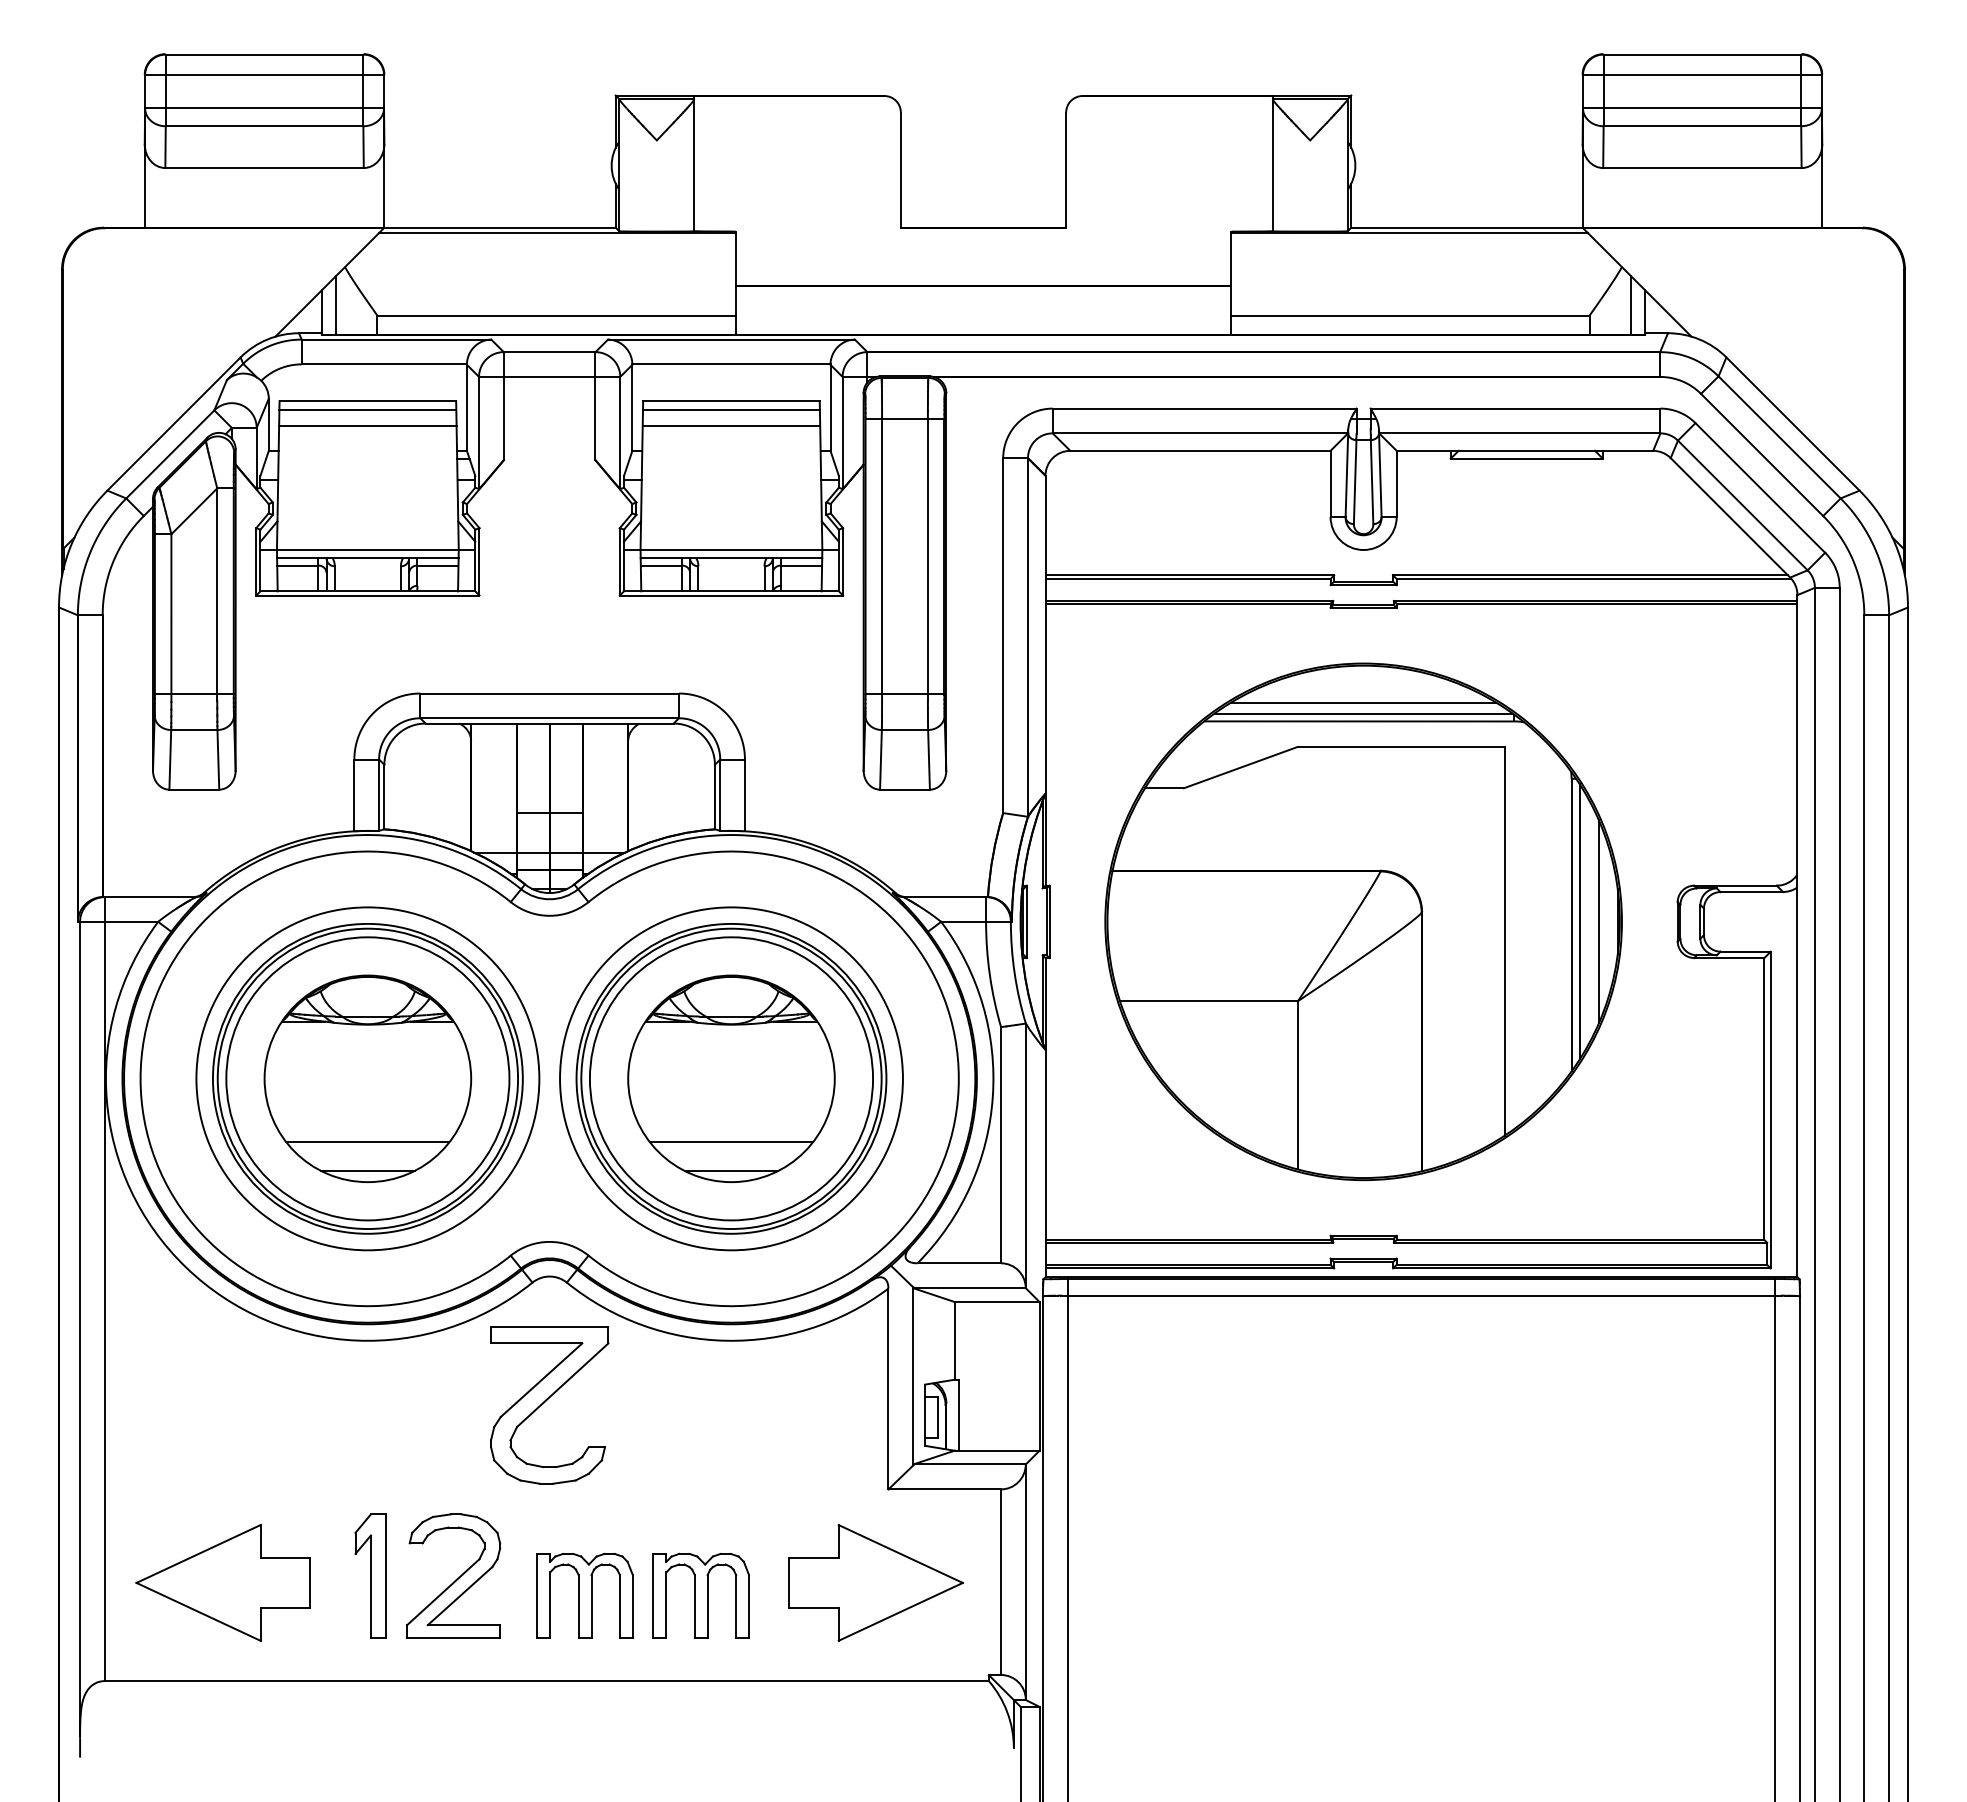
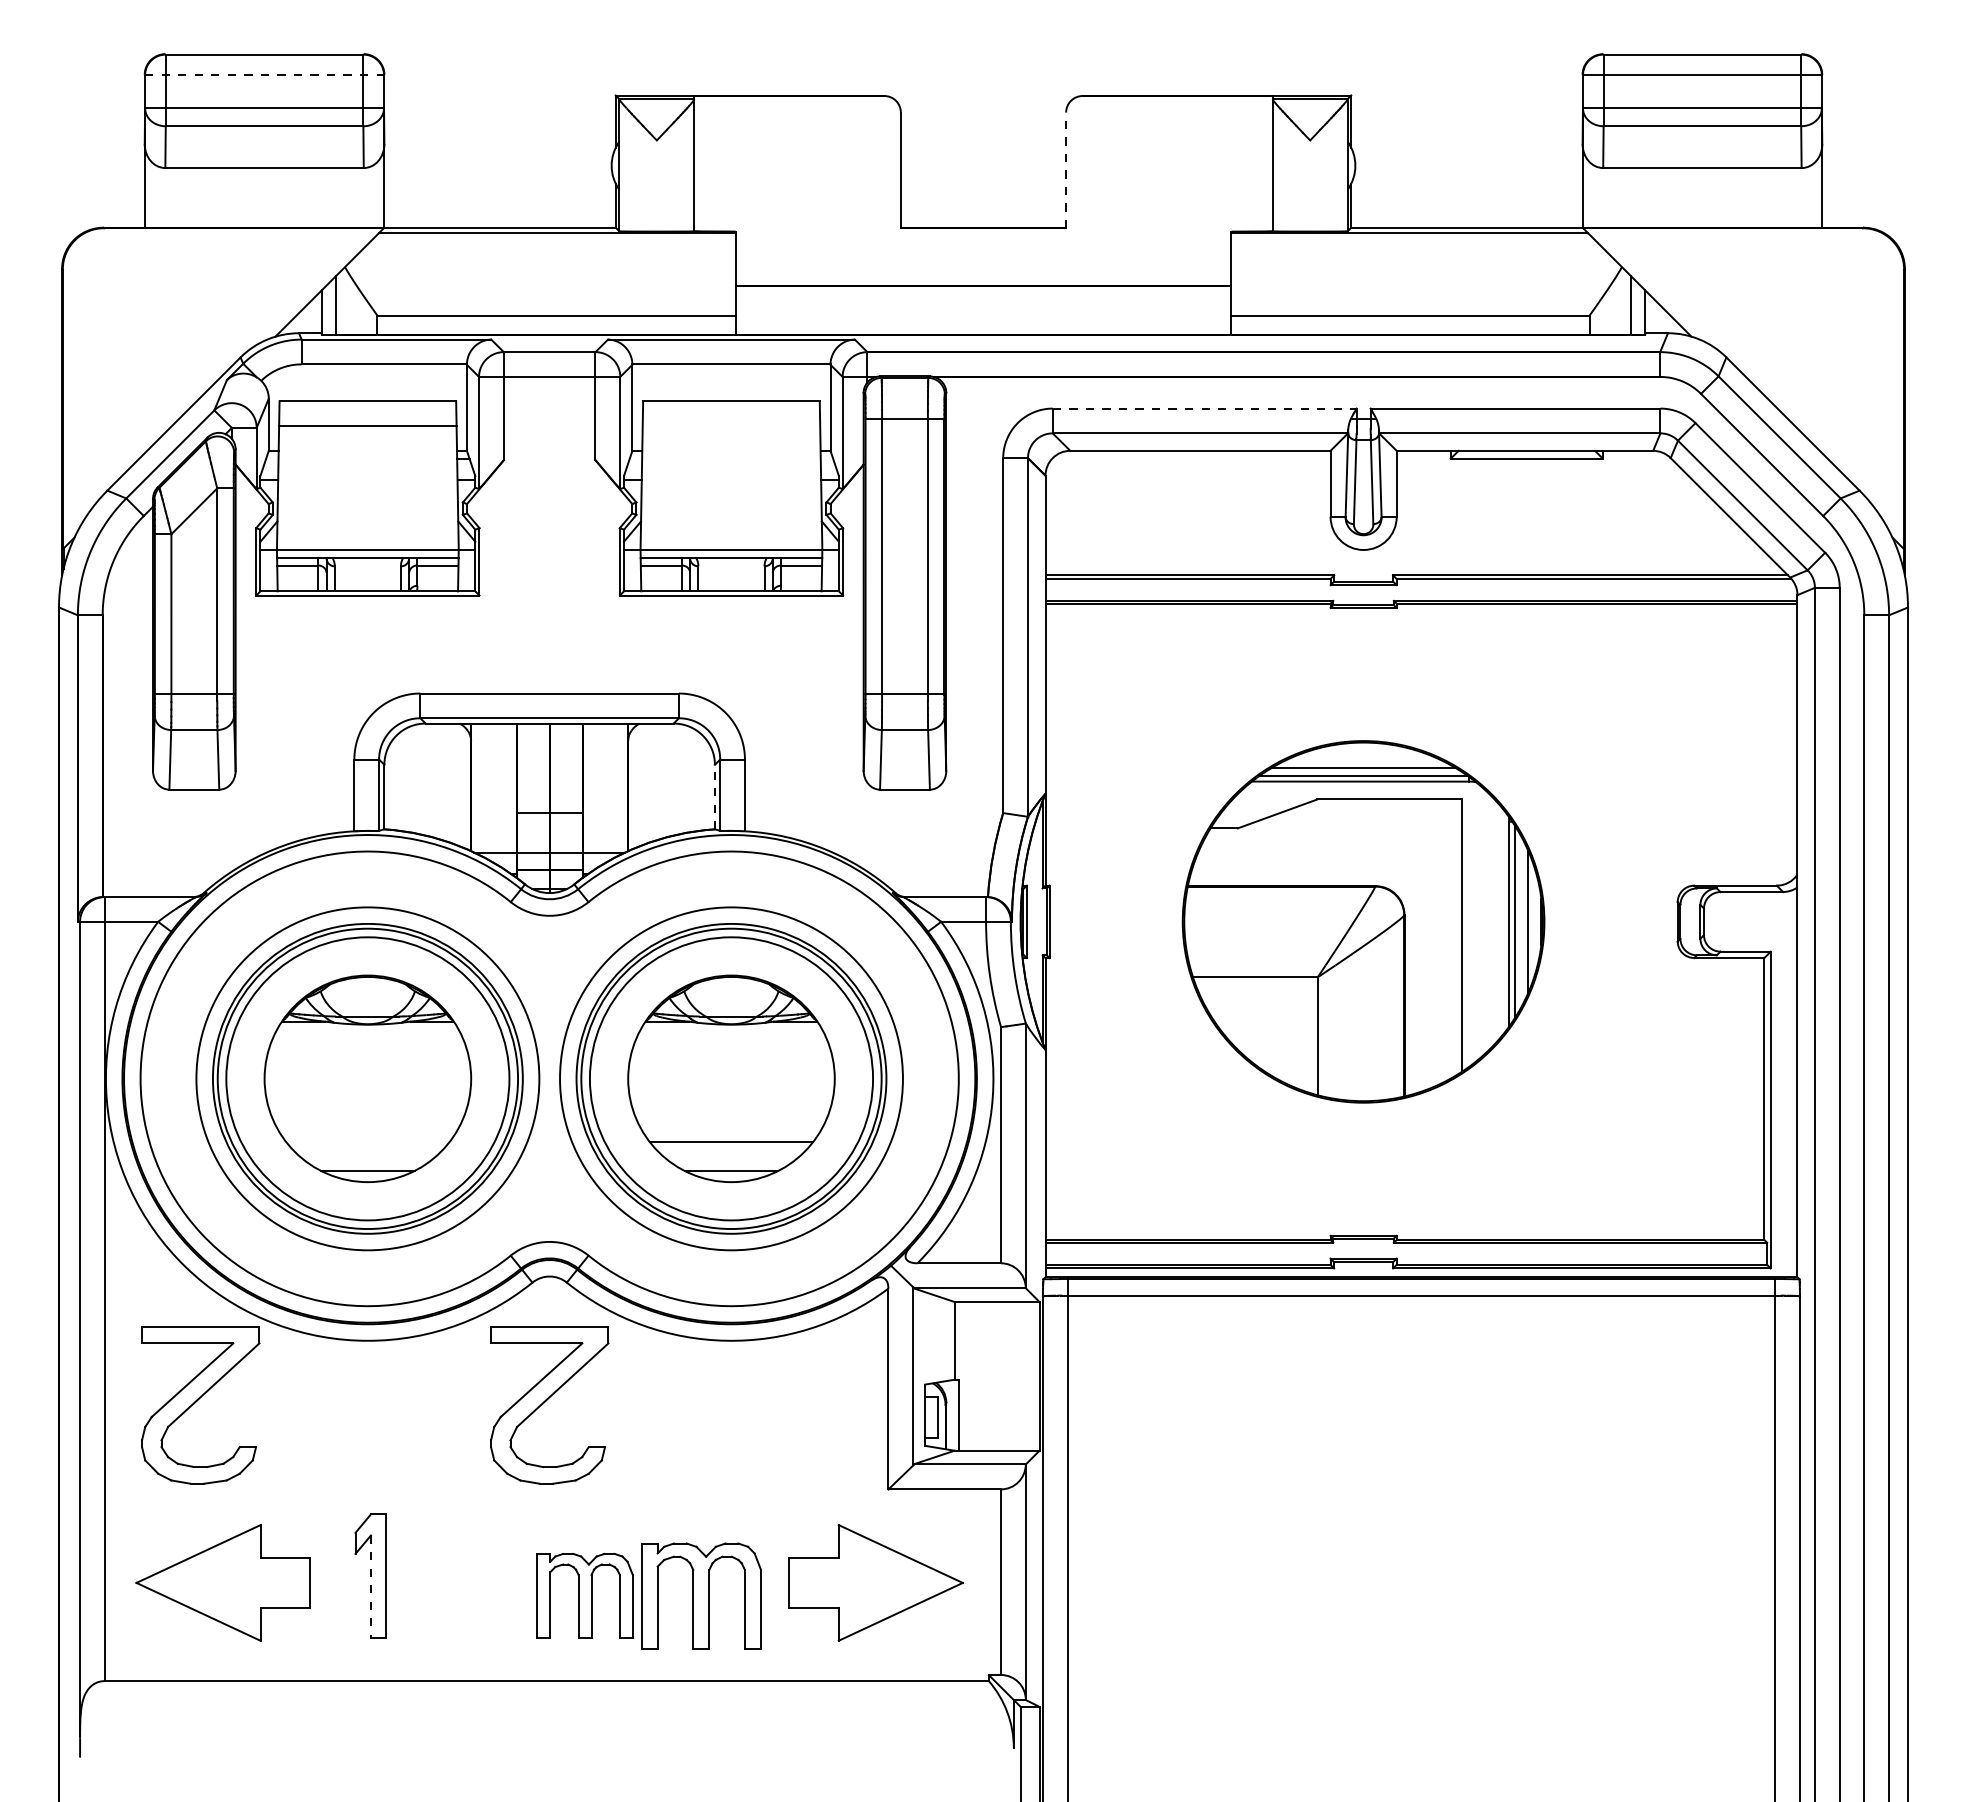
line at (265, 75): solid -> dashed
line at (1066, 170): solid -> dashed
line at (1204, 408): solid -> dashed
line at (367, 409): present -> none
line at (731, 409): present -> none
line at (731, 425): present -> none
line at (714, 796): solid -> dashed
part at (1363, 921) size: 519x520 px -> 365x364 px
line at (367, 1142): present -> none
part at (200, 1405): none -> present
part at (453, 1575): present -> none
line at (370, 1587): solid -> dashed
part at (700, 1595) size: 98x87 px -> 121x108 px
